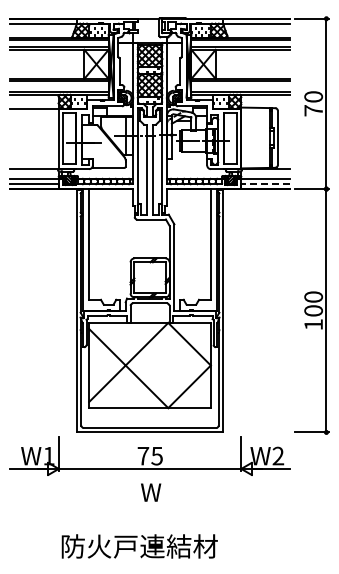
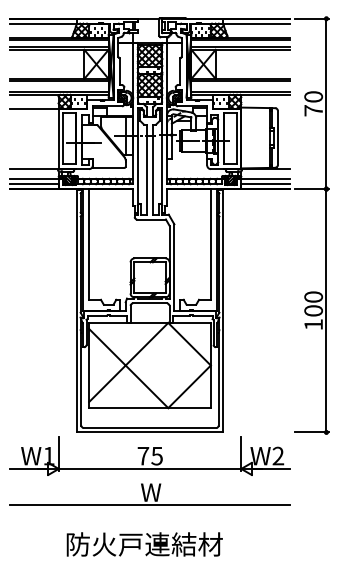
line at (265, 184): dashed -> solid
line at (149, 505): none -> present
text at (139, 546) position: (139, 546) -> (144, 544)
